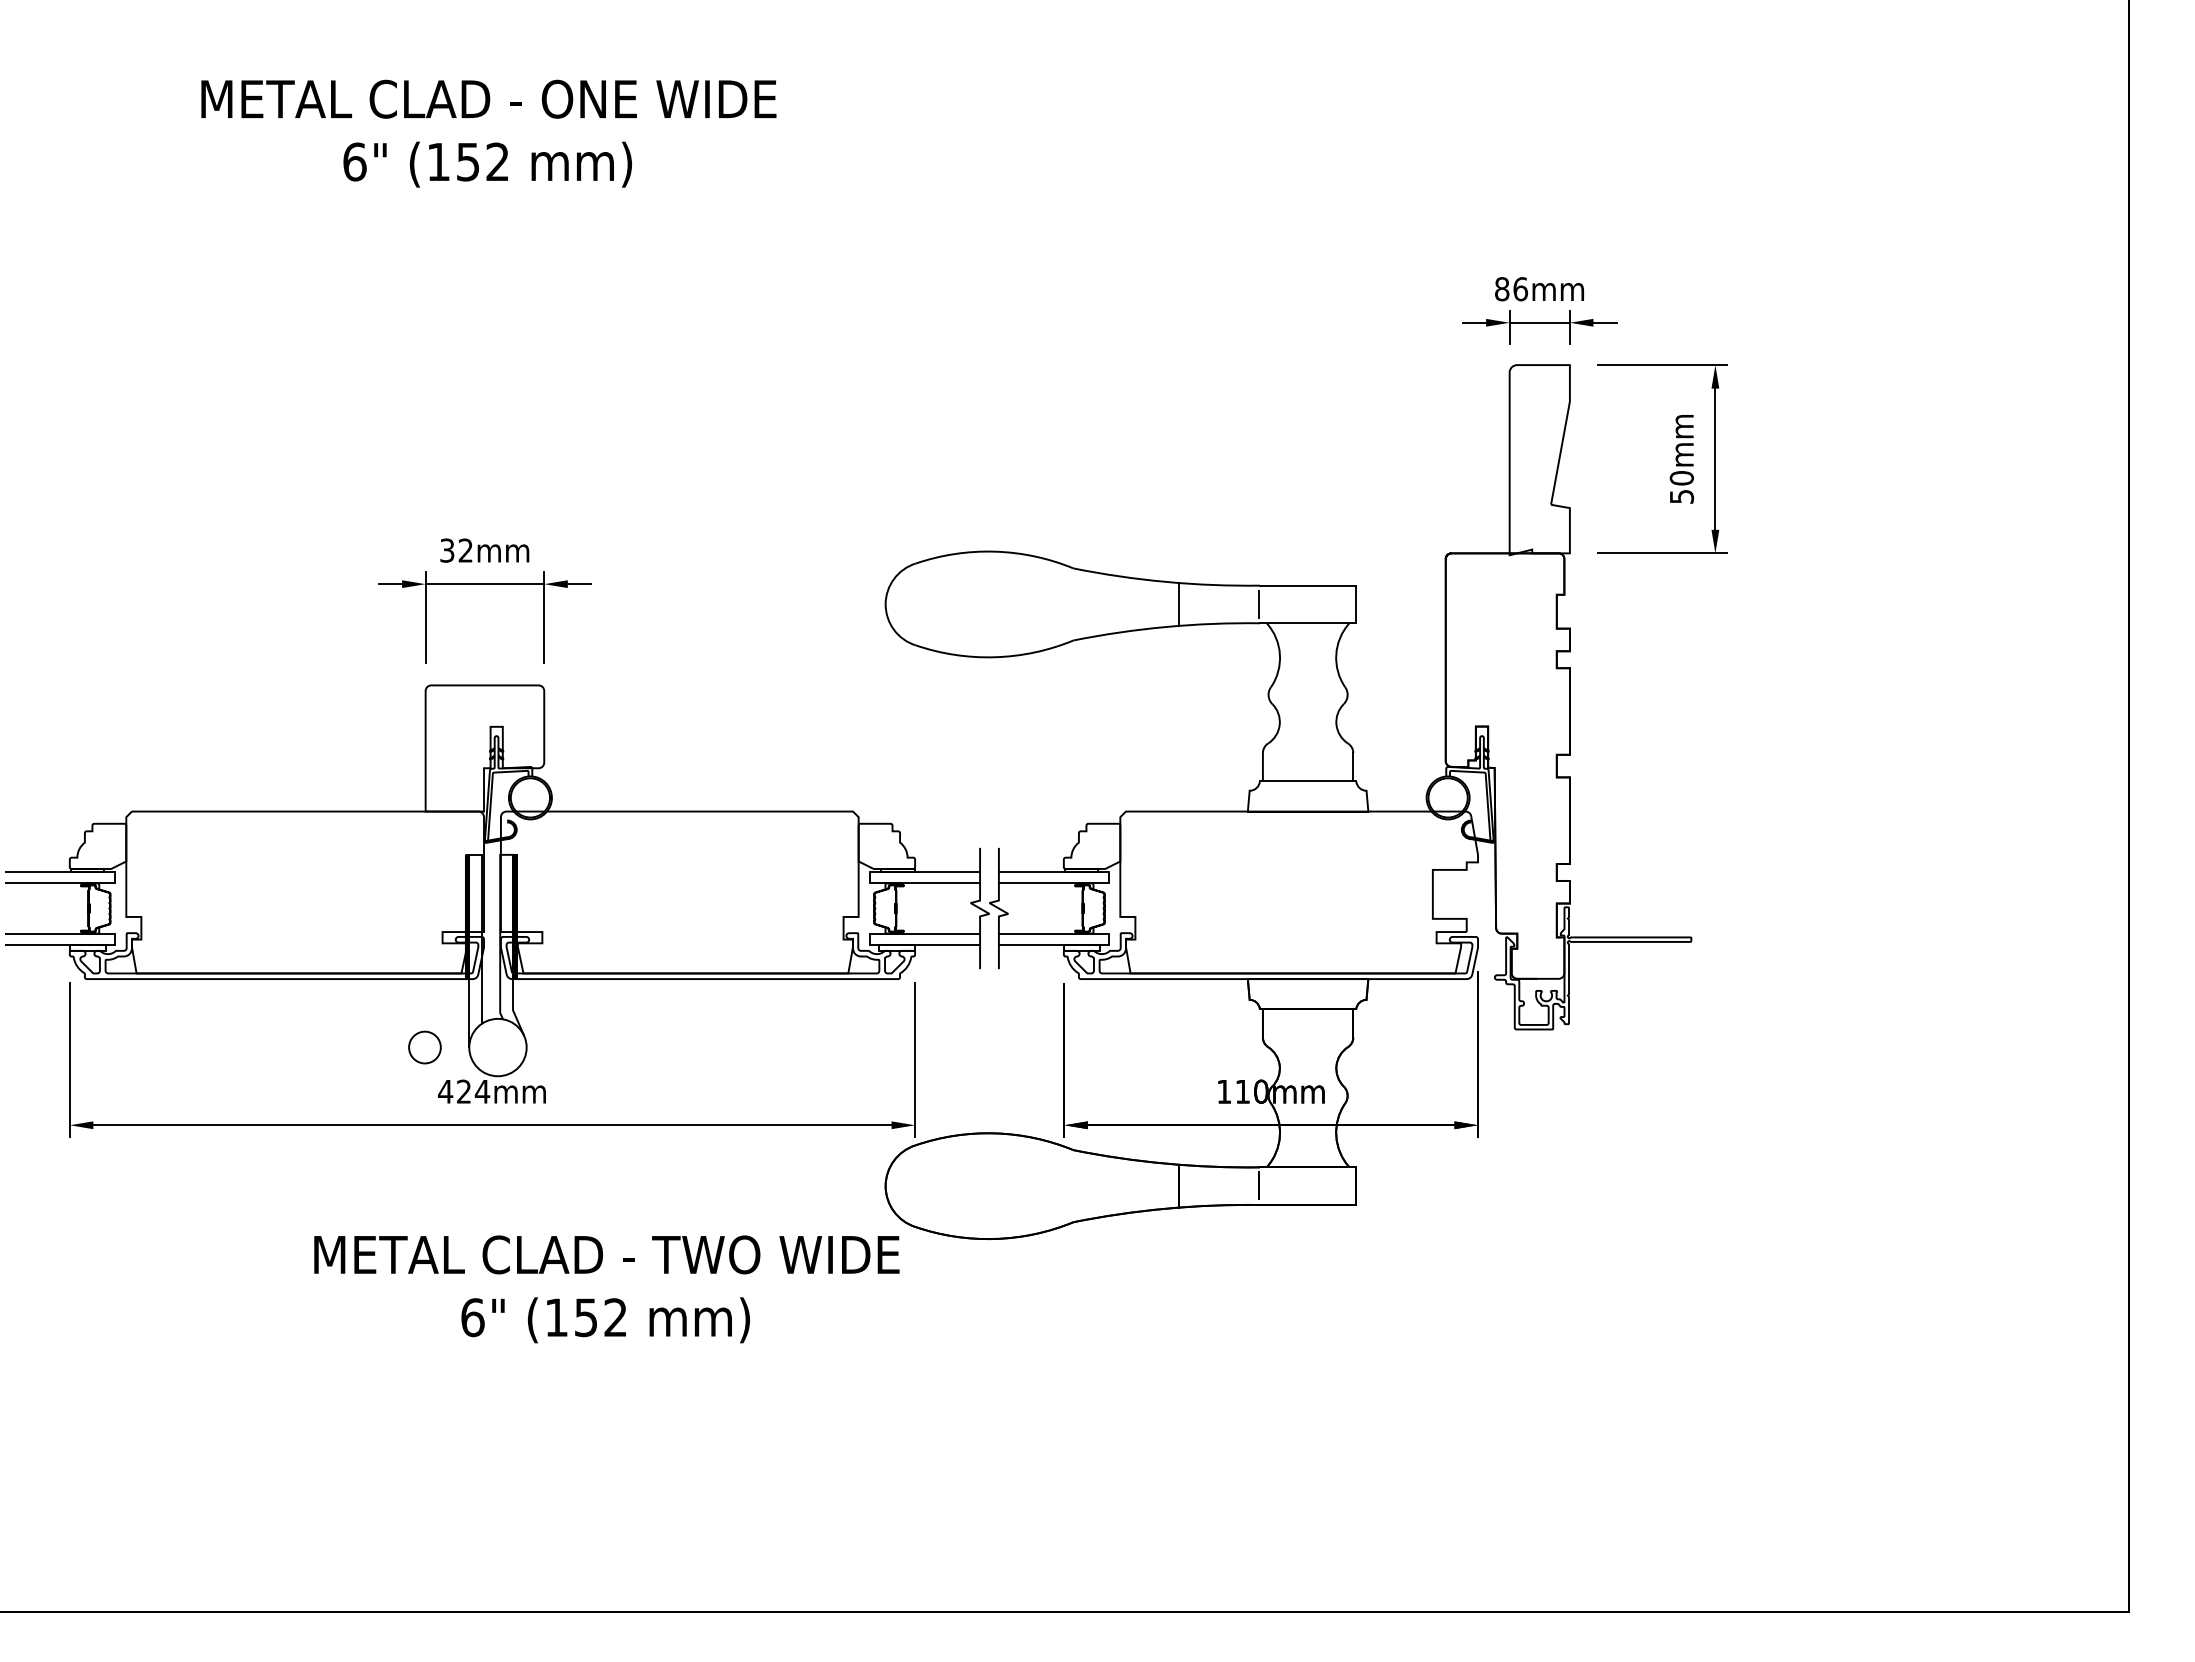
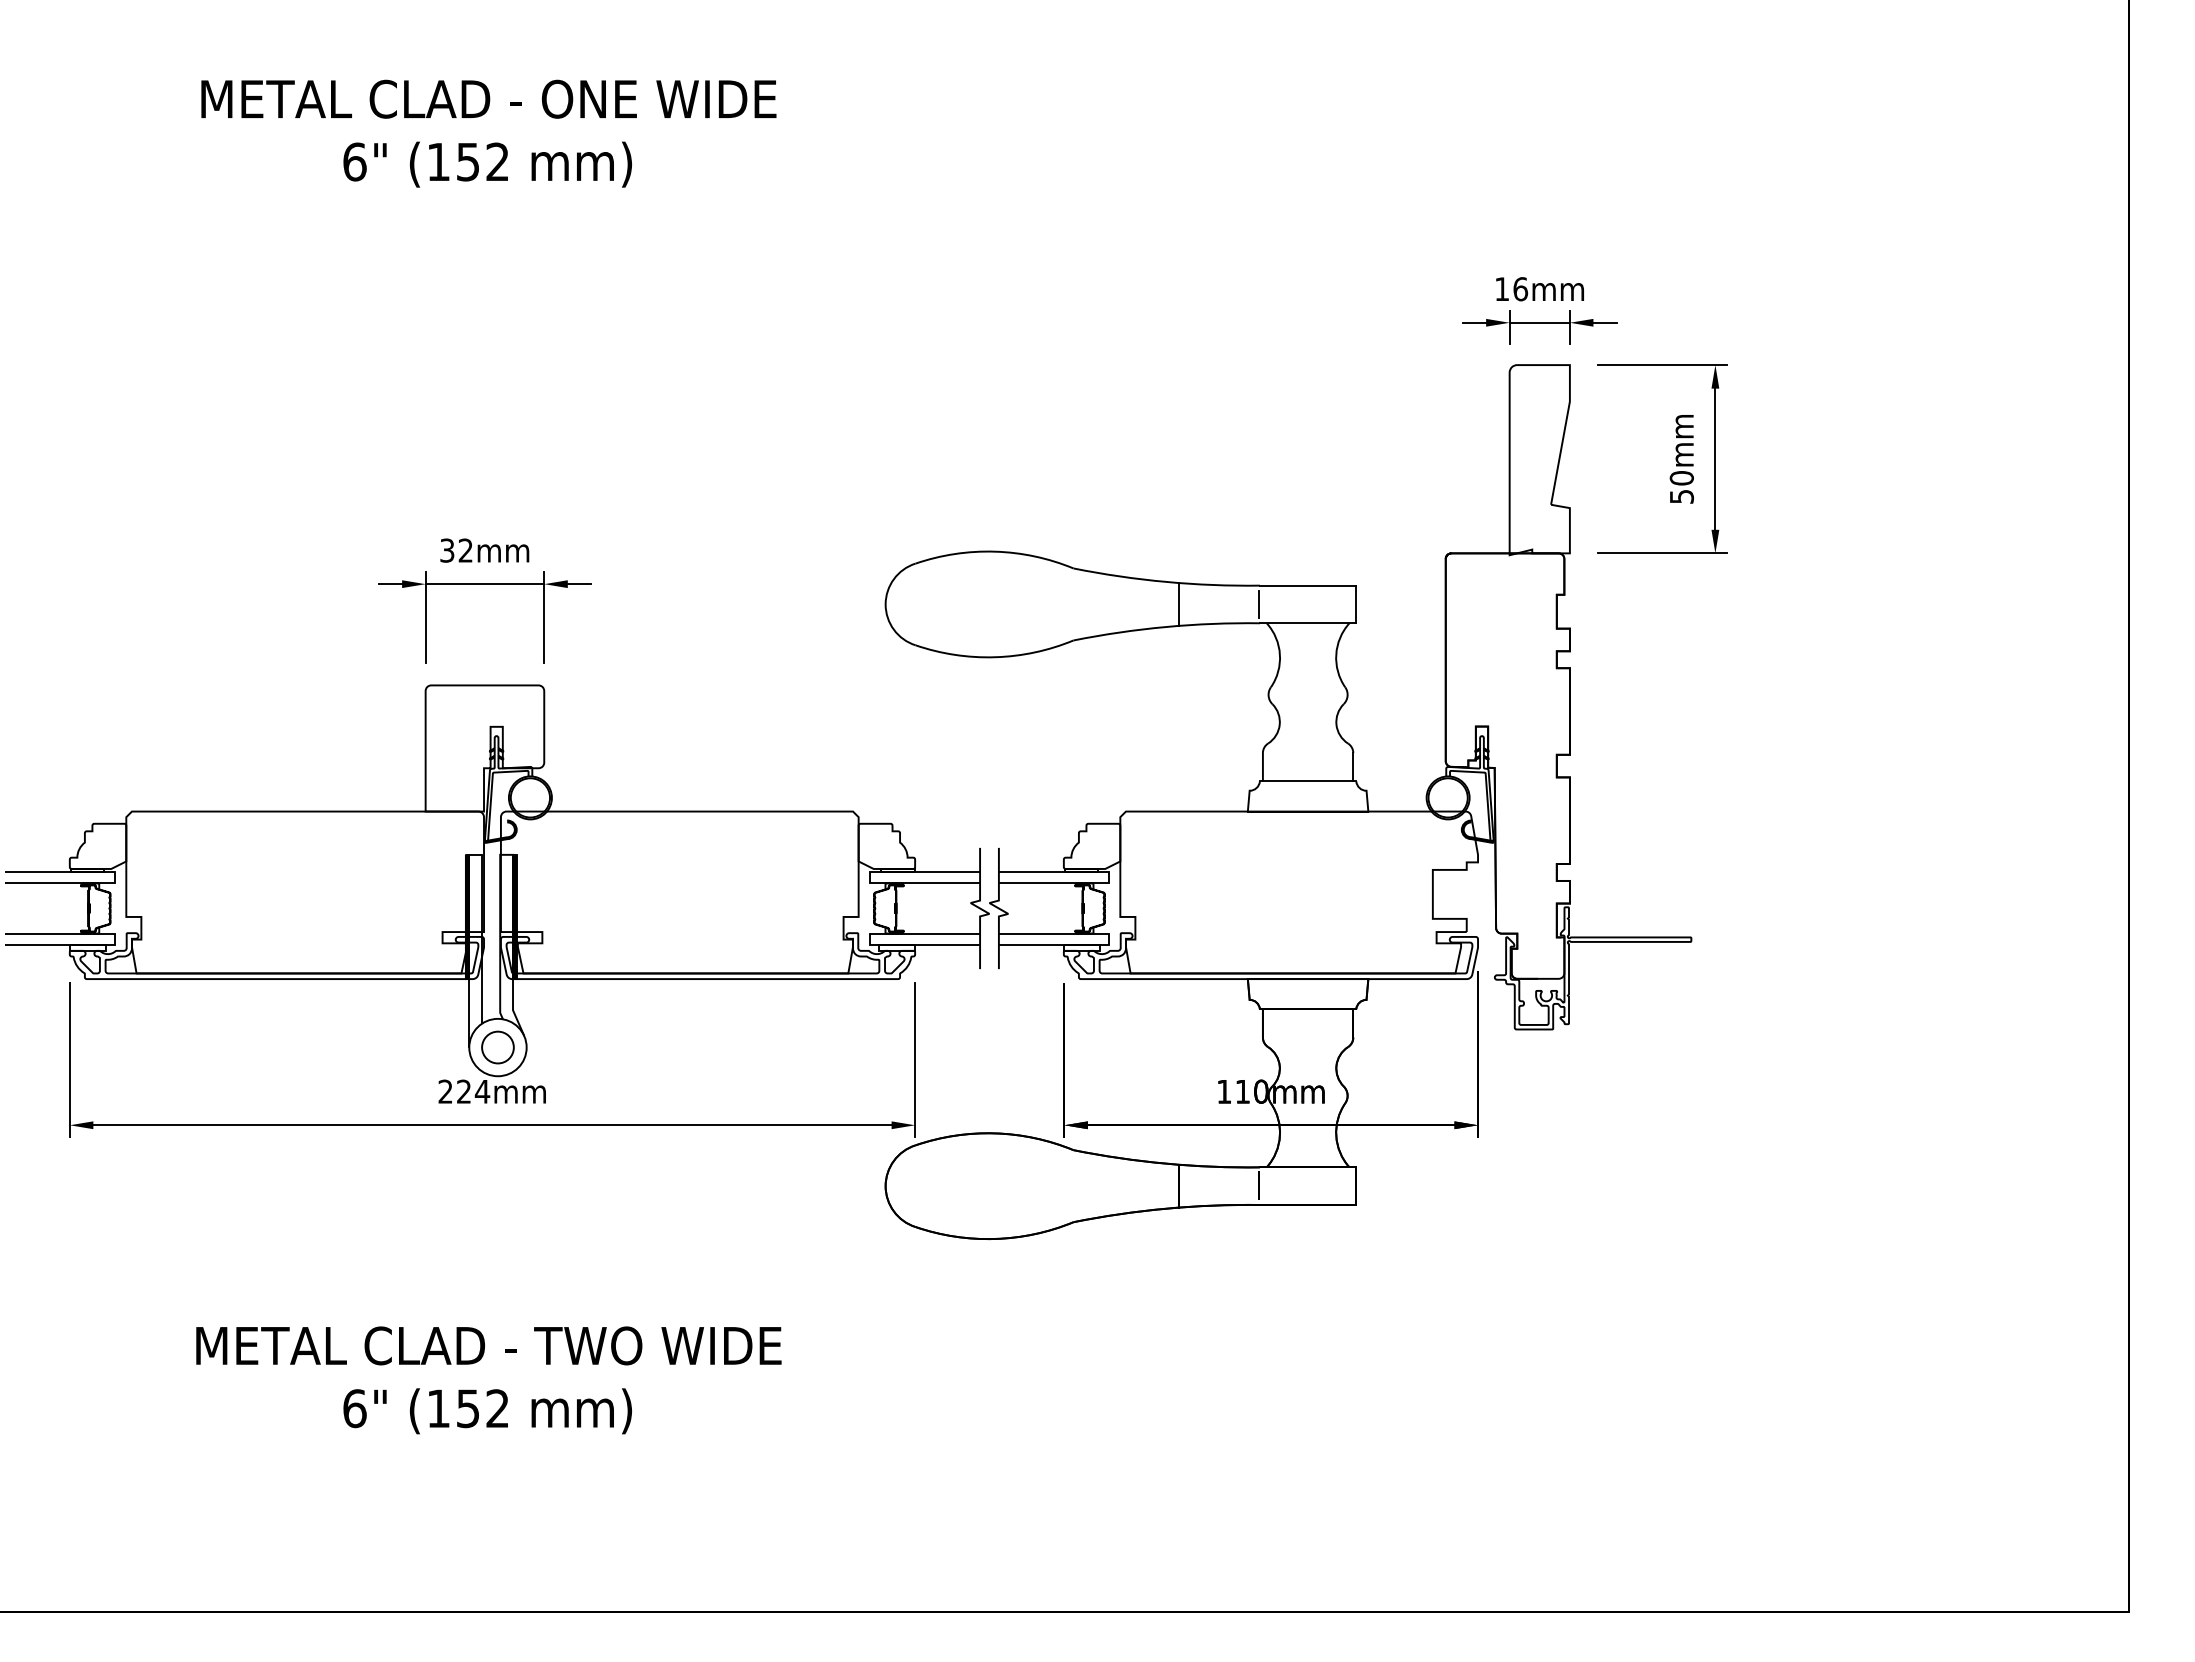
text at (1502, 289): 86mm -> 16mm
circle at (424, 1047) position: (424, 1047) -> (497, 1047)
text at (445, 1091): 424mm -> 224mm
text at (606, 1289) position: (606, 1289) -> (488, 1380)
